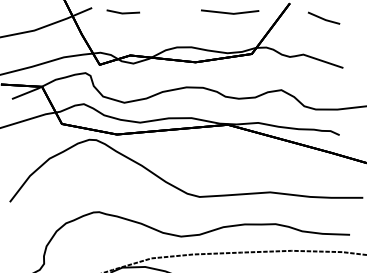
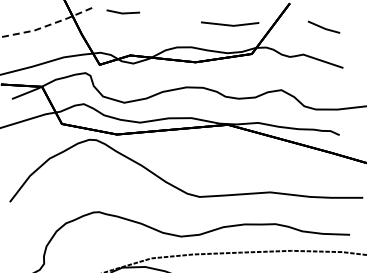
line at (230, 12) position: (230, 12) -> (230, 24)
line at (322, 17) position: (322, 17) -> (322, 26)
line at (47, 25): solid -> dashed
